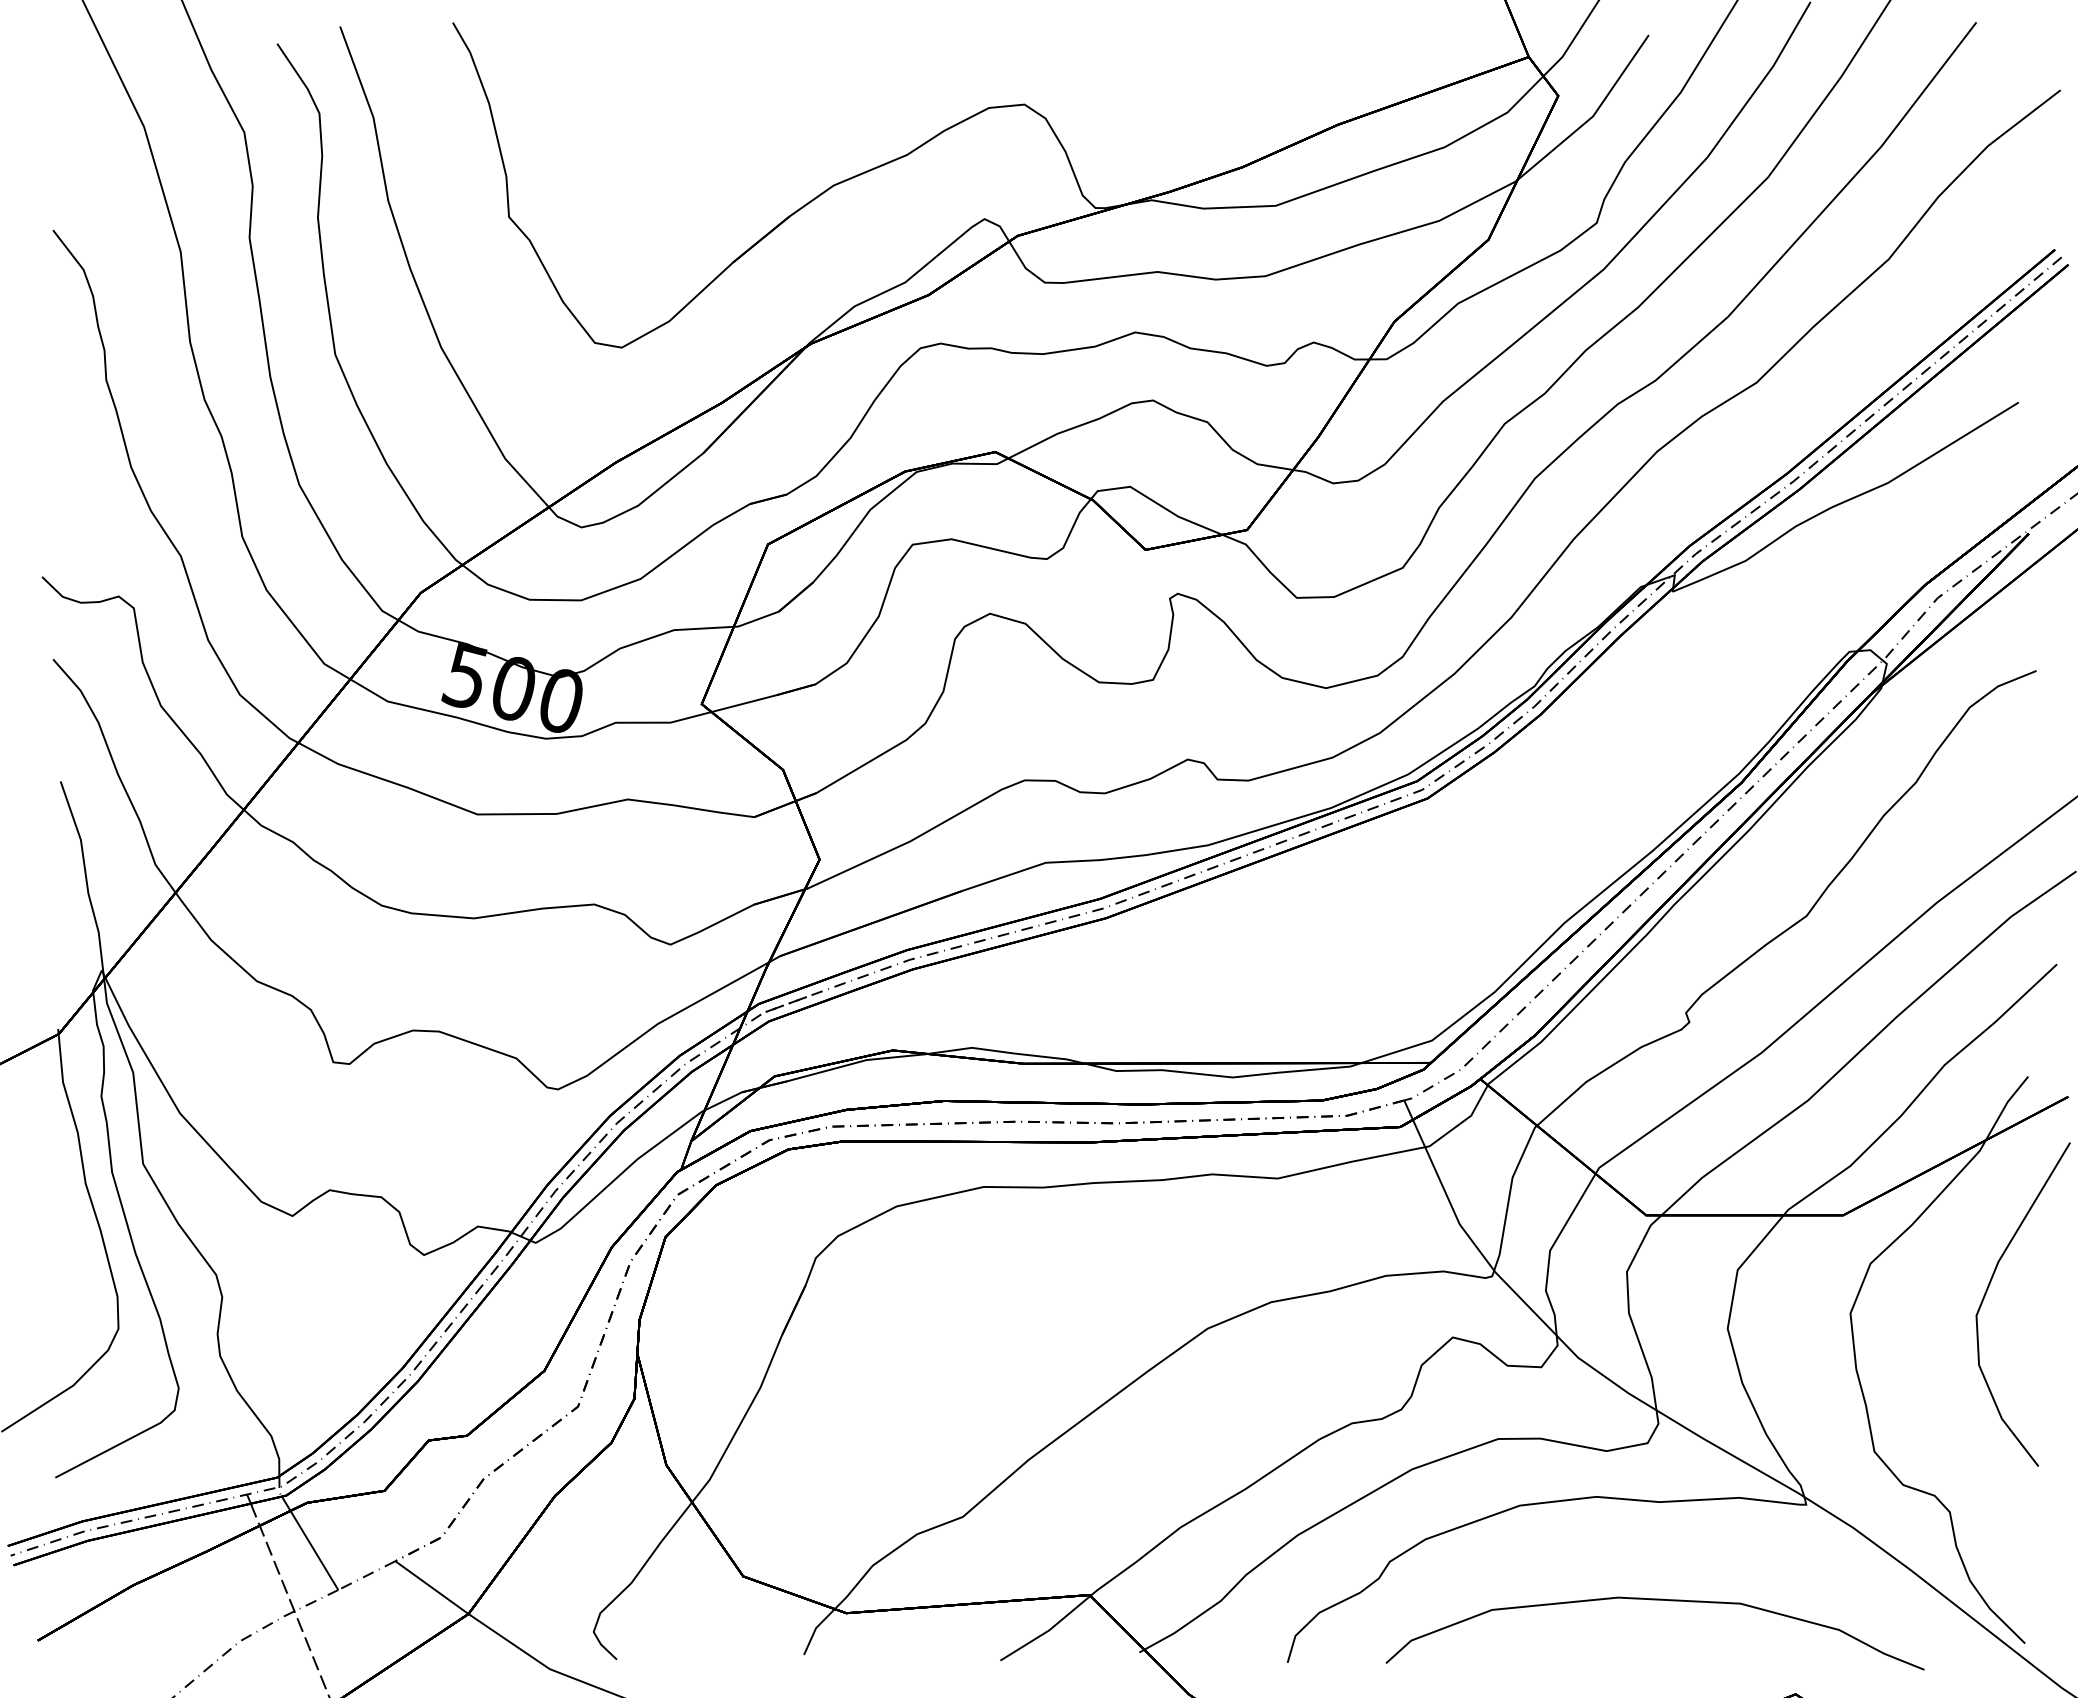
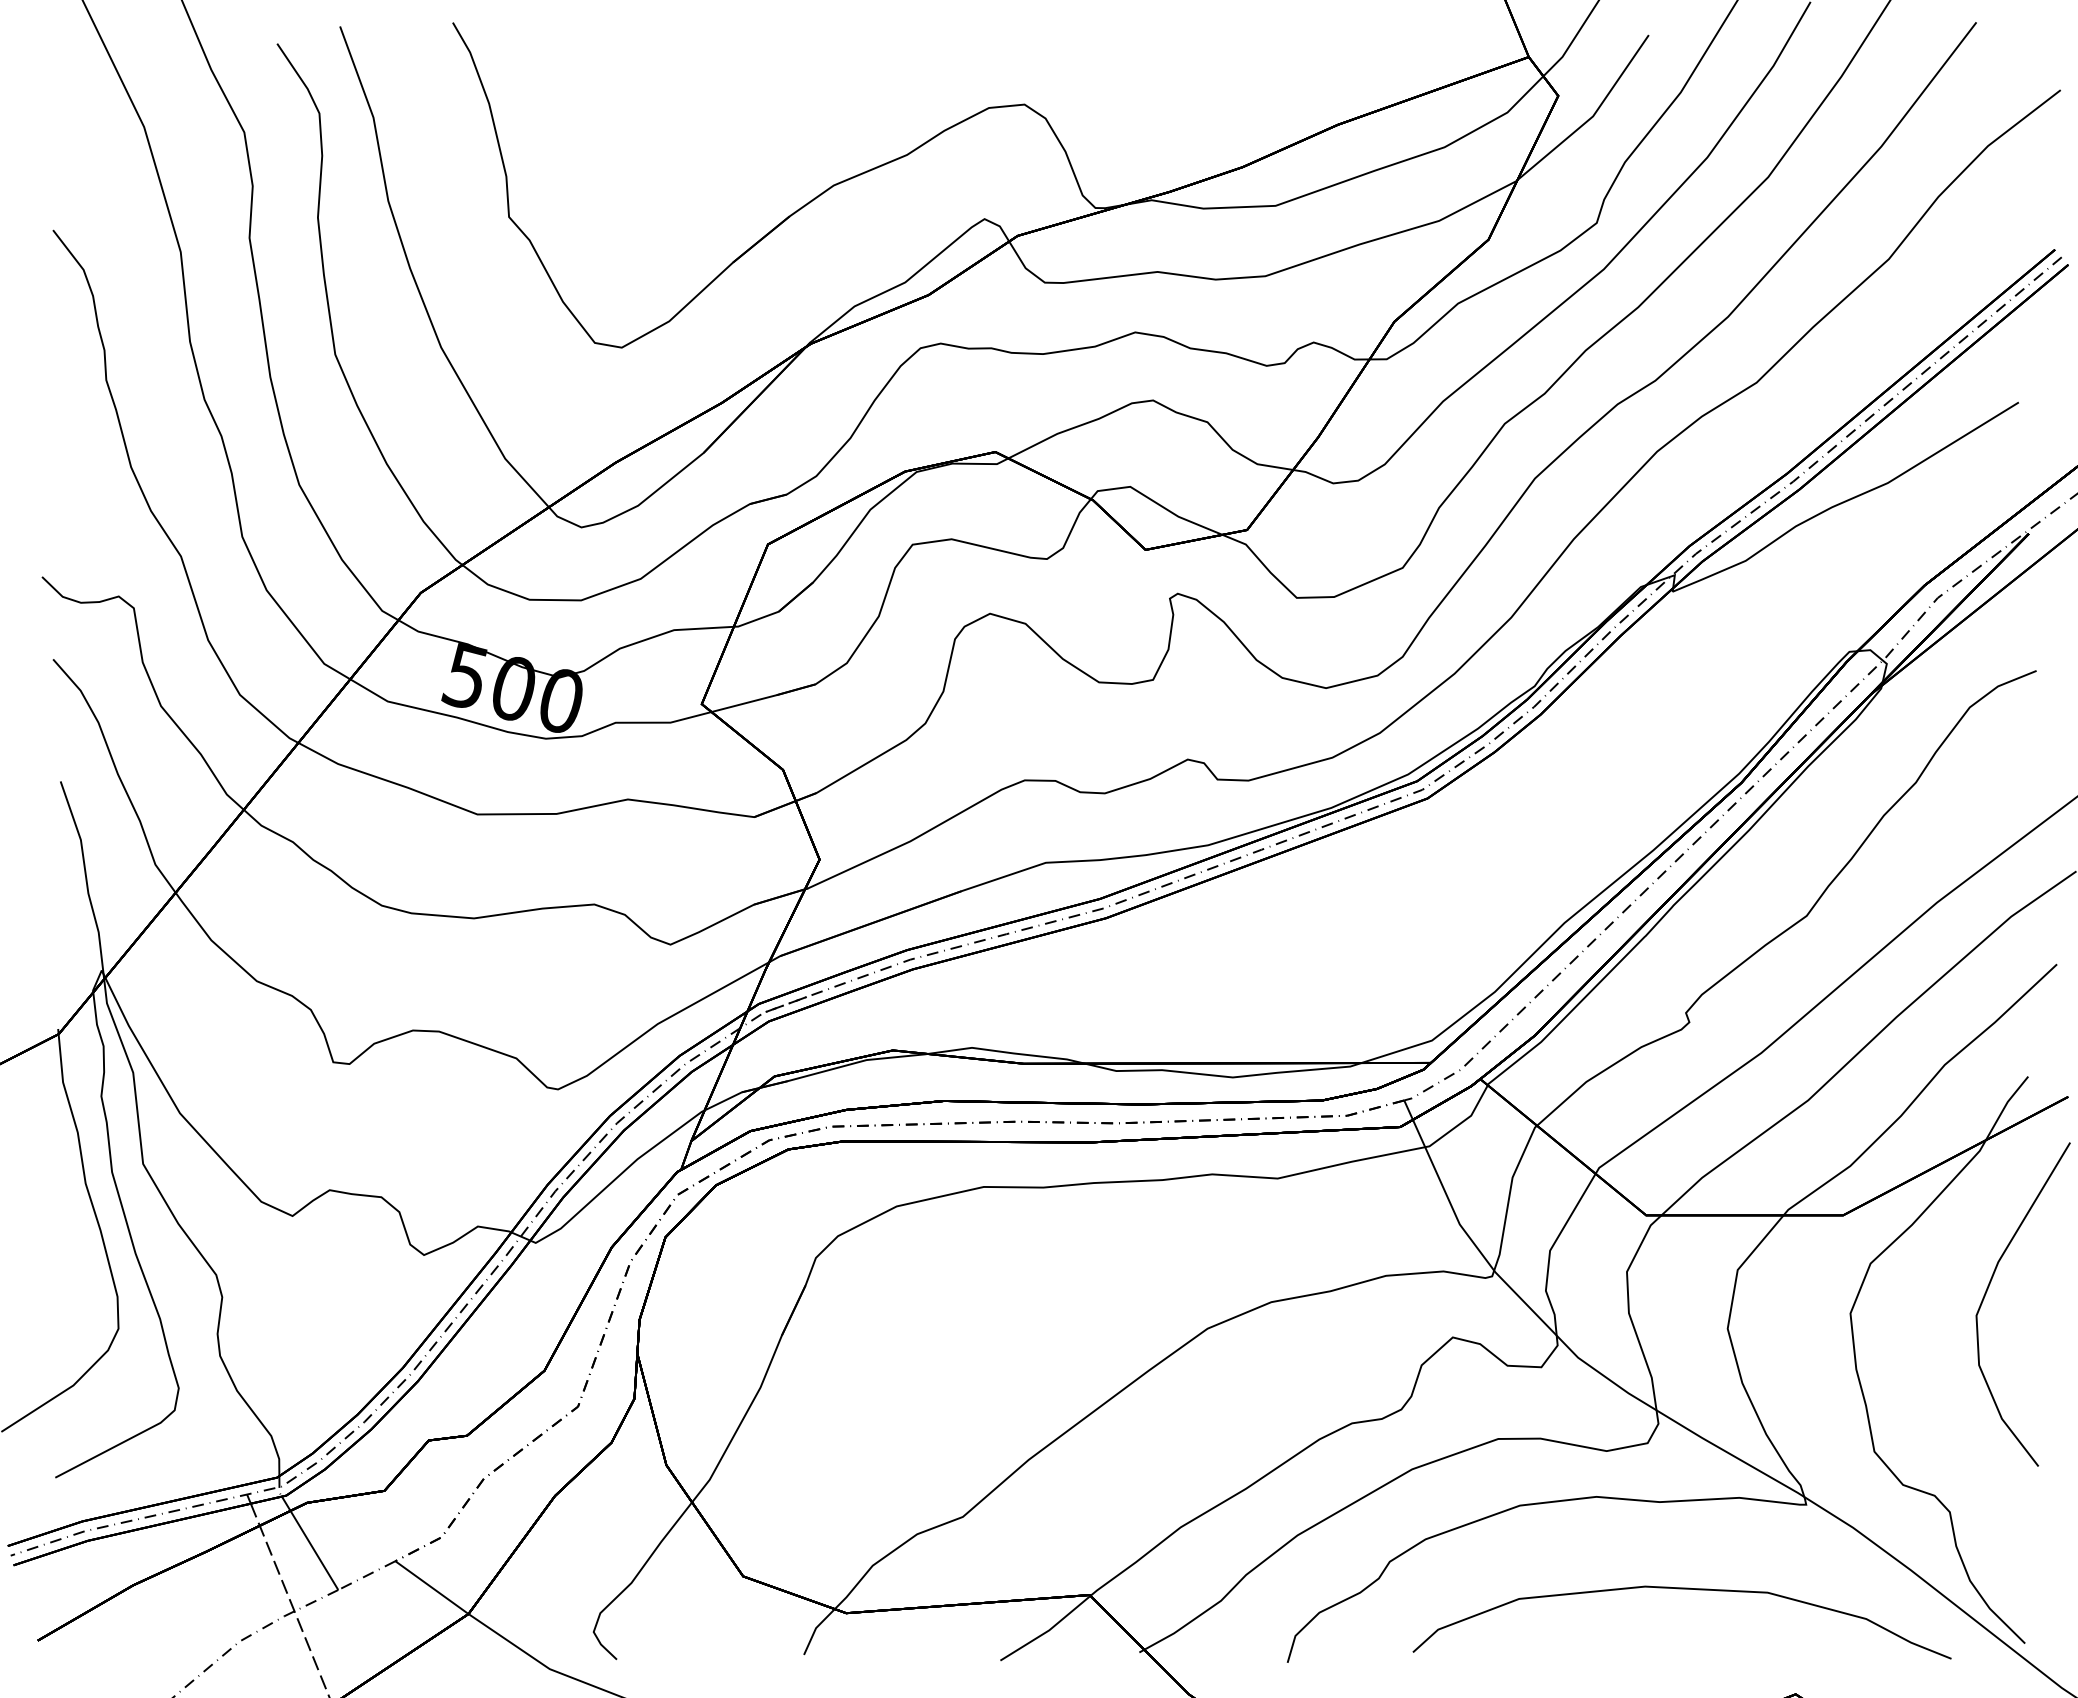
curve at (1654, 1600) position: (1654, 1600) -> (1681, 1589)
